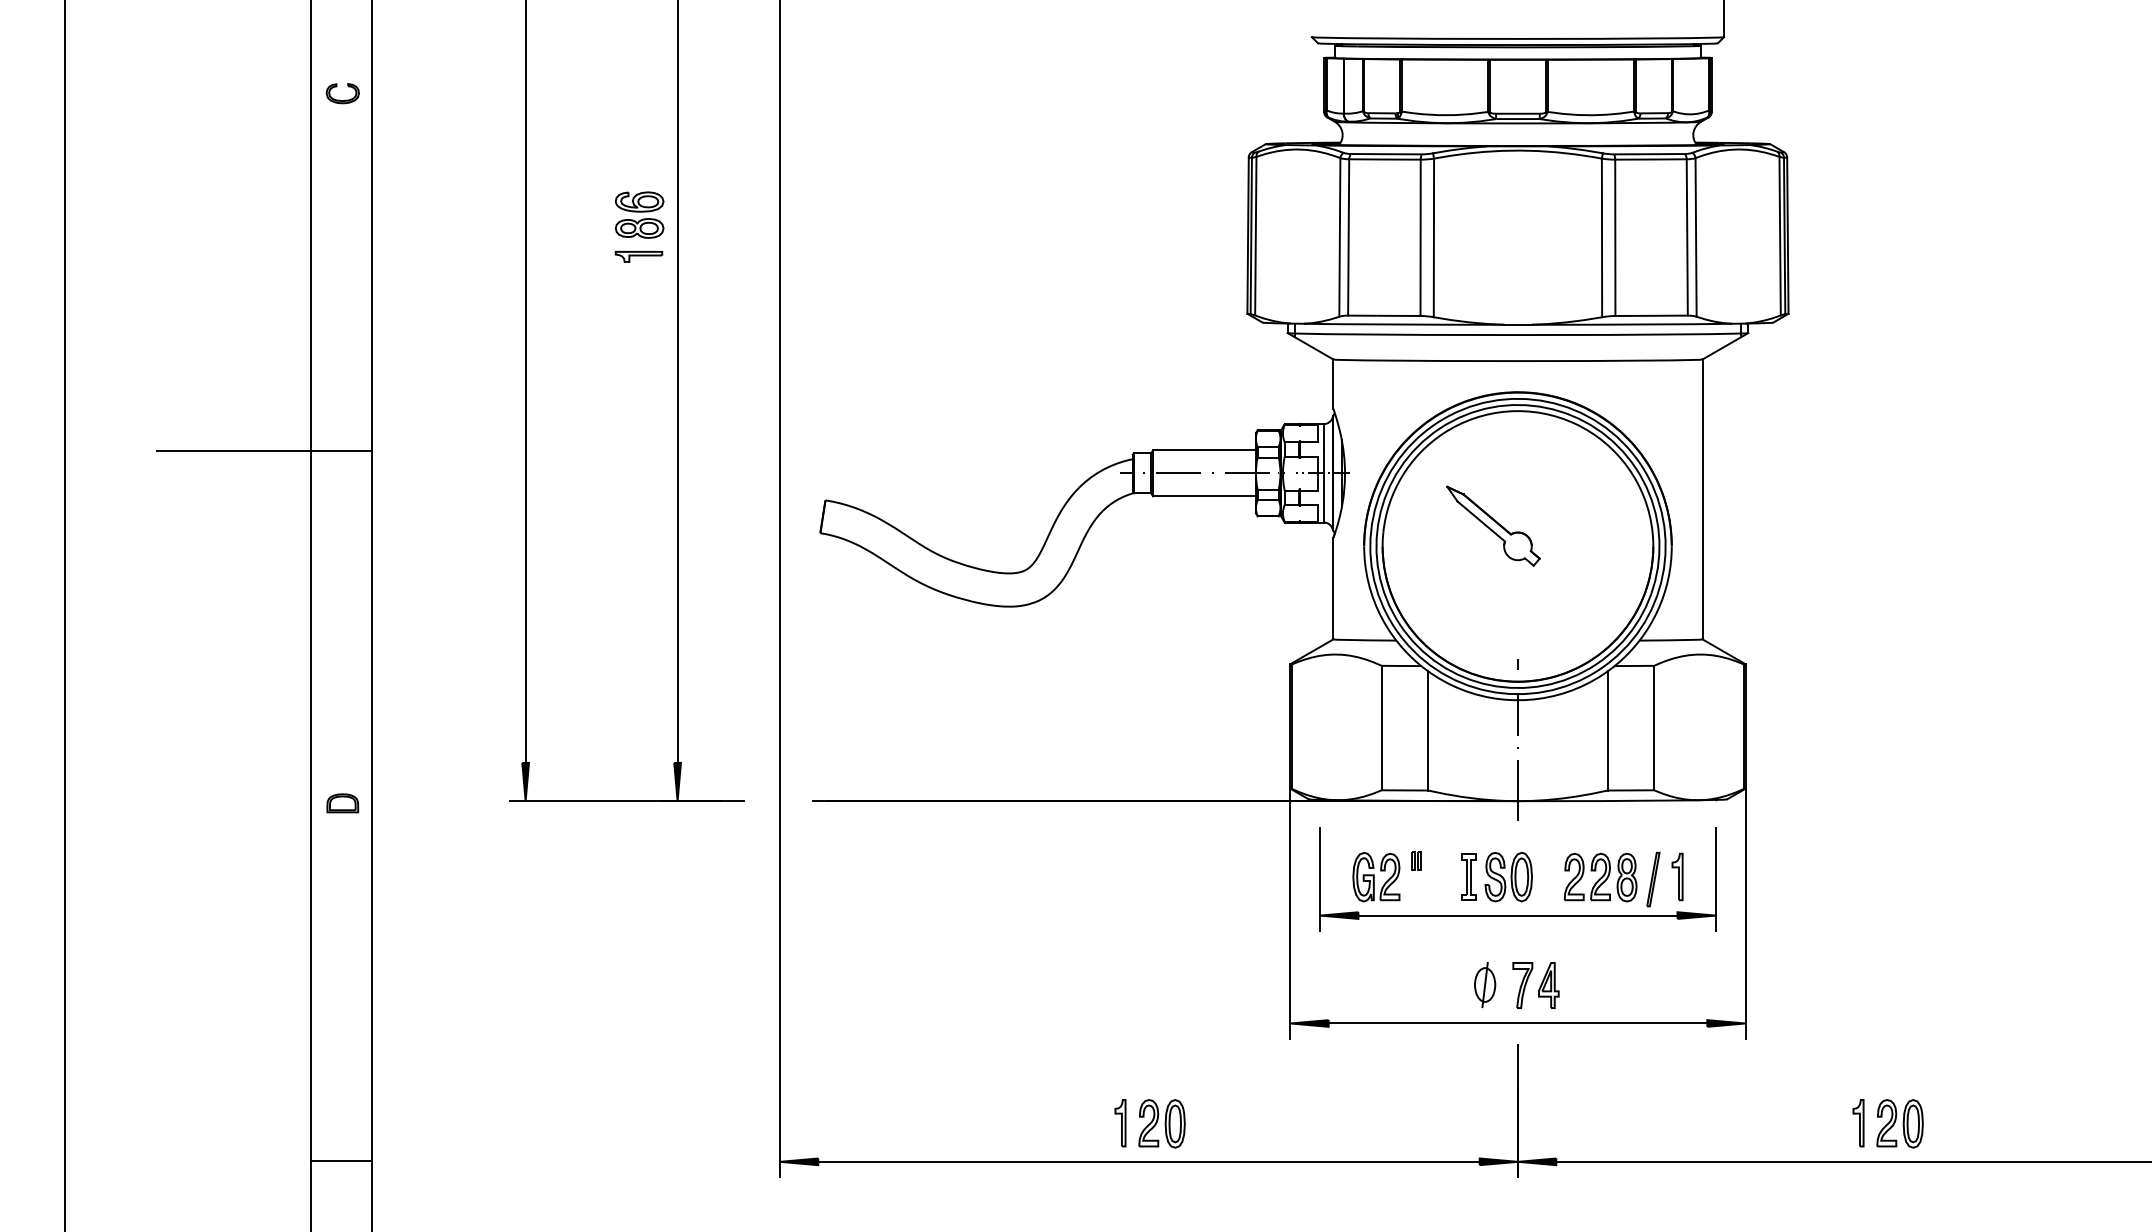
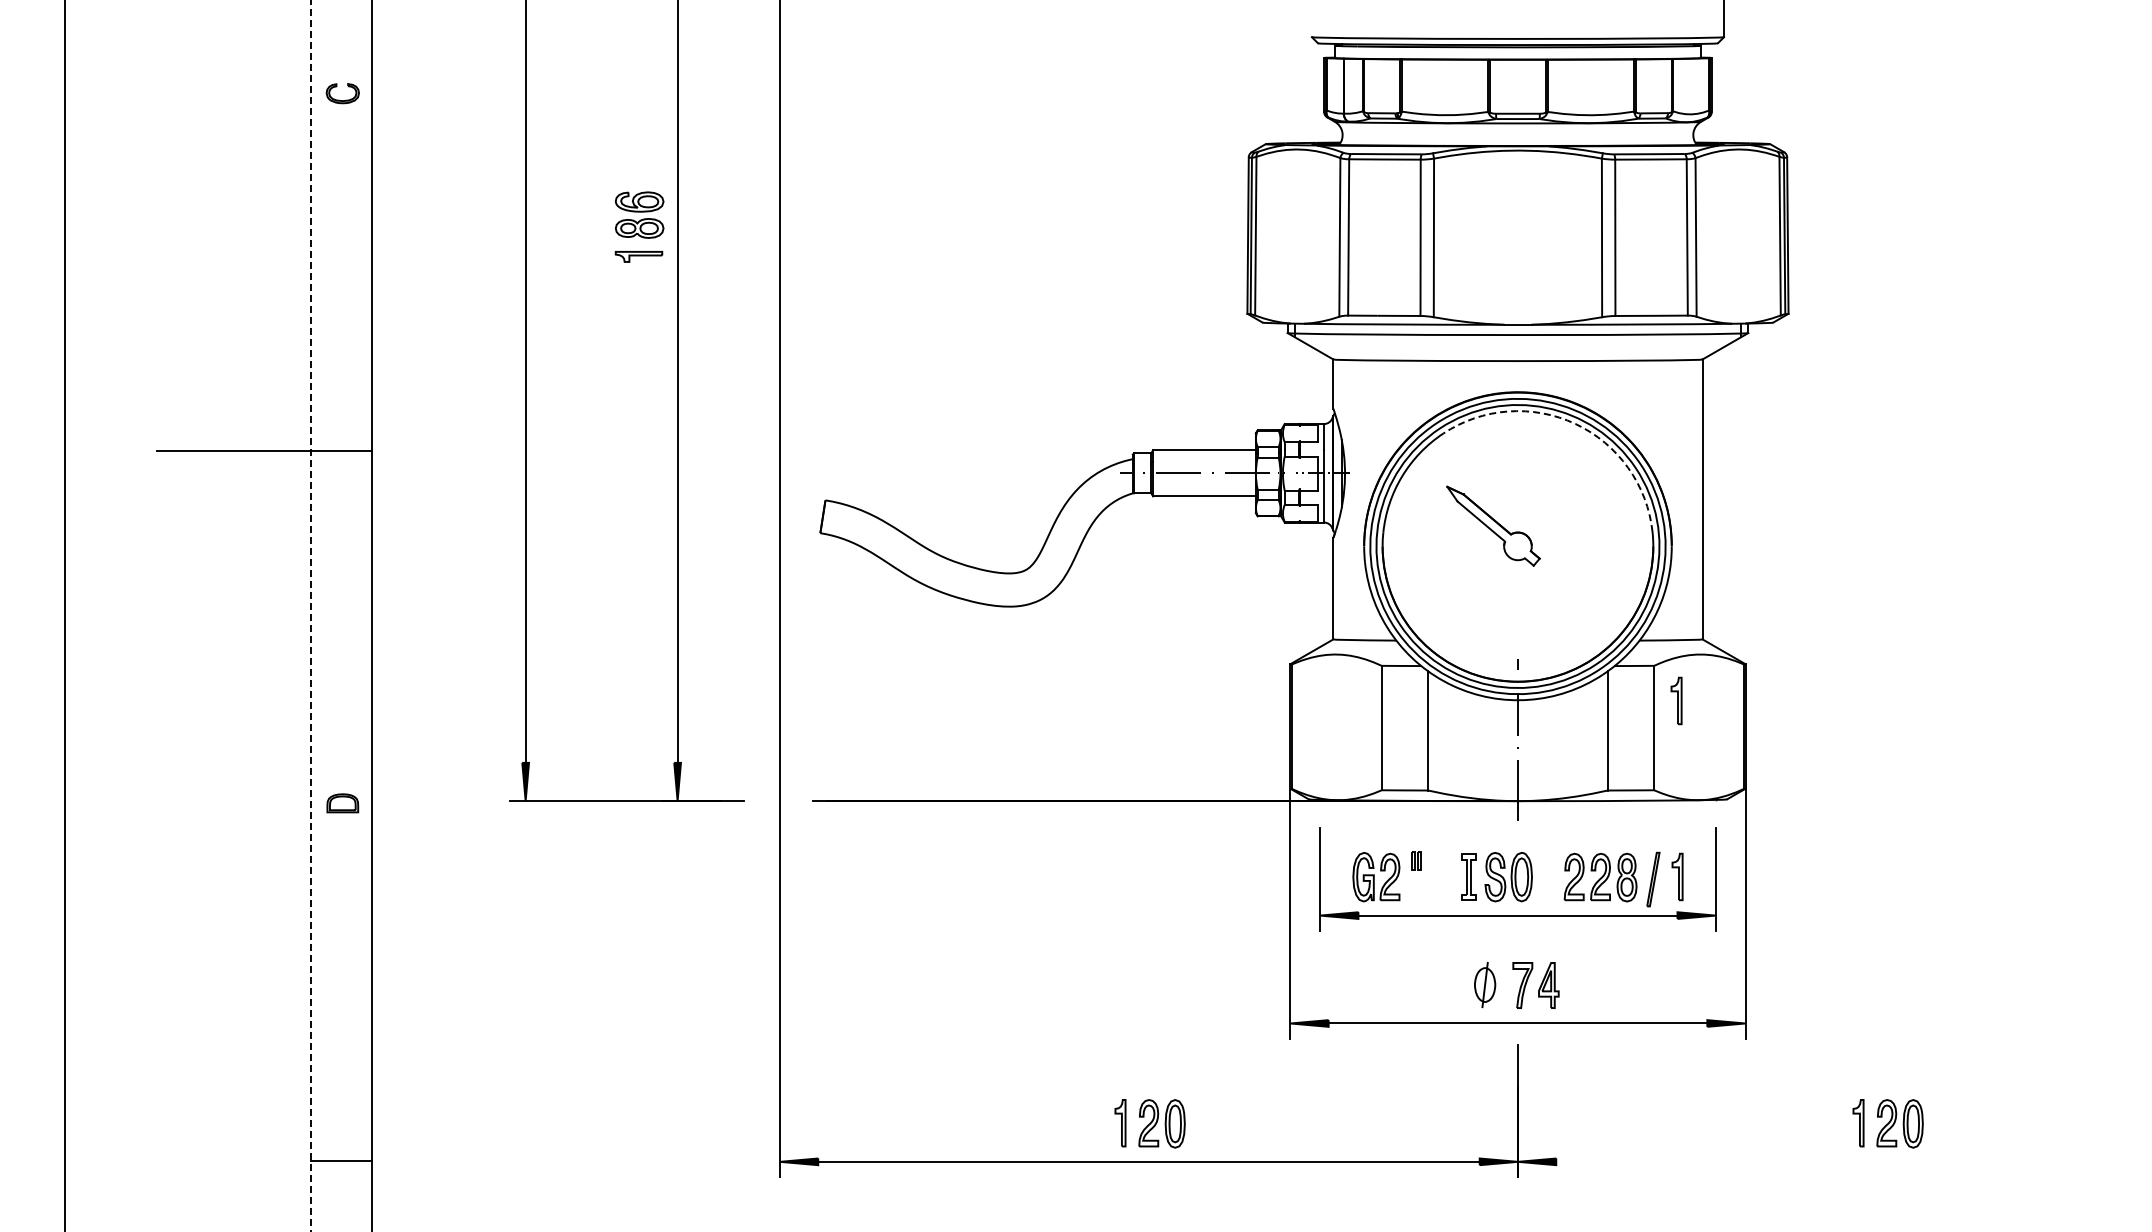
arc at (1575, 423): solid -> dashed
line at (310, 616): solid -> dashed
part at (1676, 700): none -> present
line at (1852, 1161): present -> none
